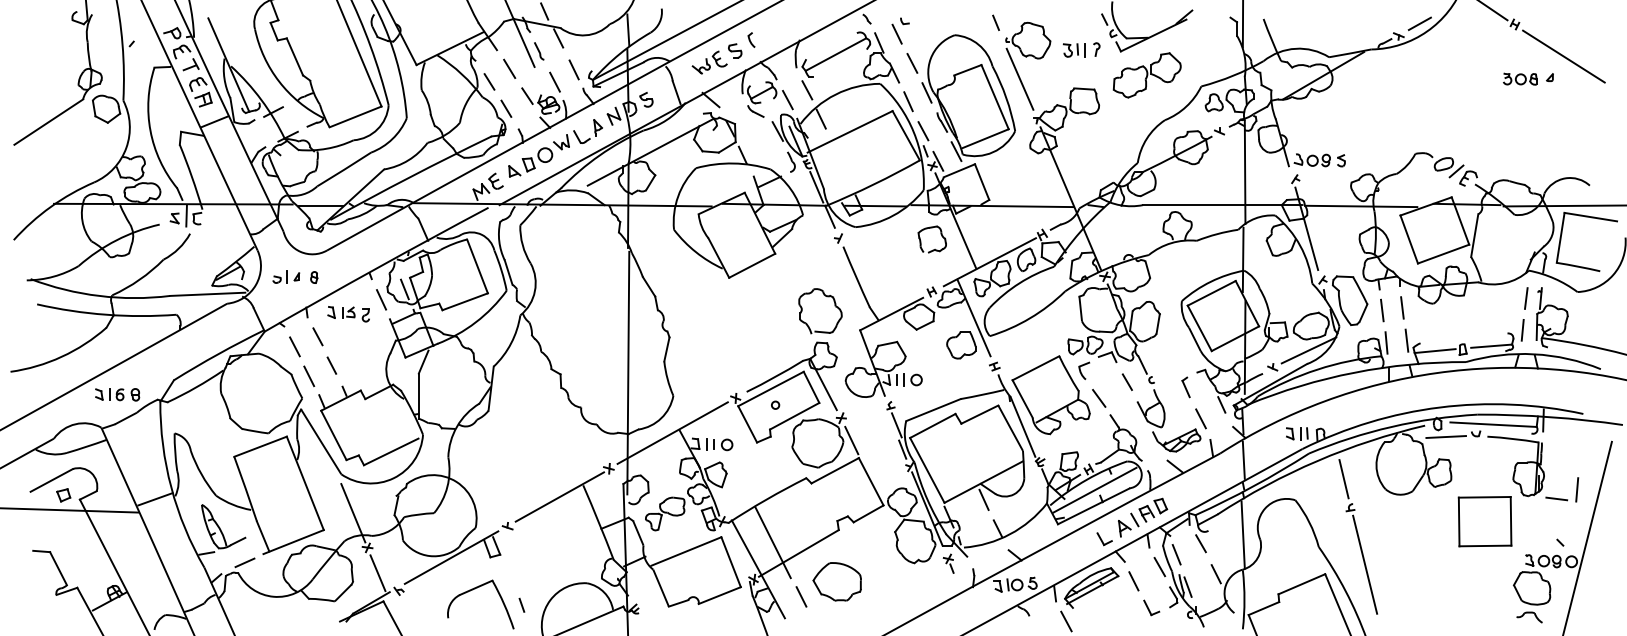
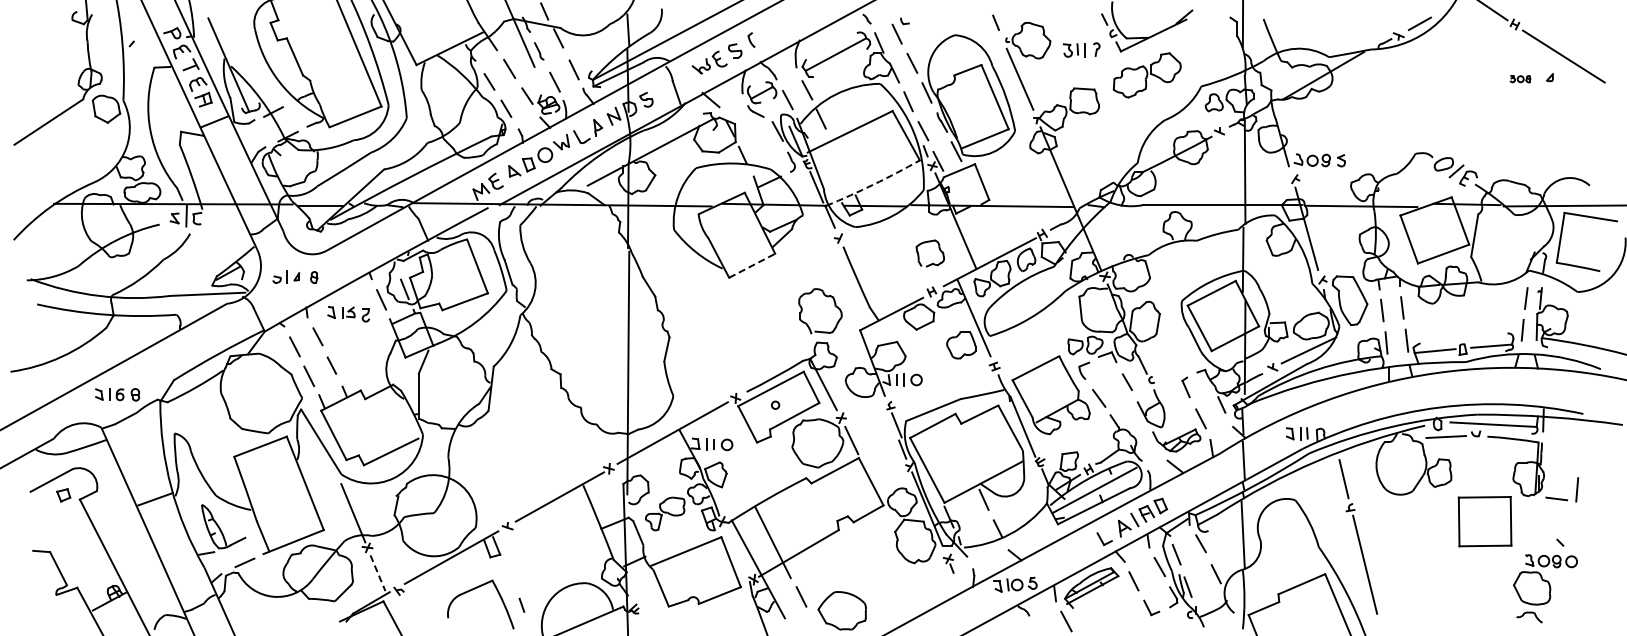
part at (1520, 78) size: 35x14 px -> 23x9 px
arc at (873, 184): solid -> dashed
part at (935, 248) position: (935, 248) -> (933, 262)
line at (752, 265): solid -> dashed
line at (70, 510): present -> none
line at (1587, 536): present -> none
line at (378, 573): solid -> dashed
part at (836, 581) position: (836, 581) -> (841, 610)
